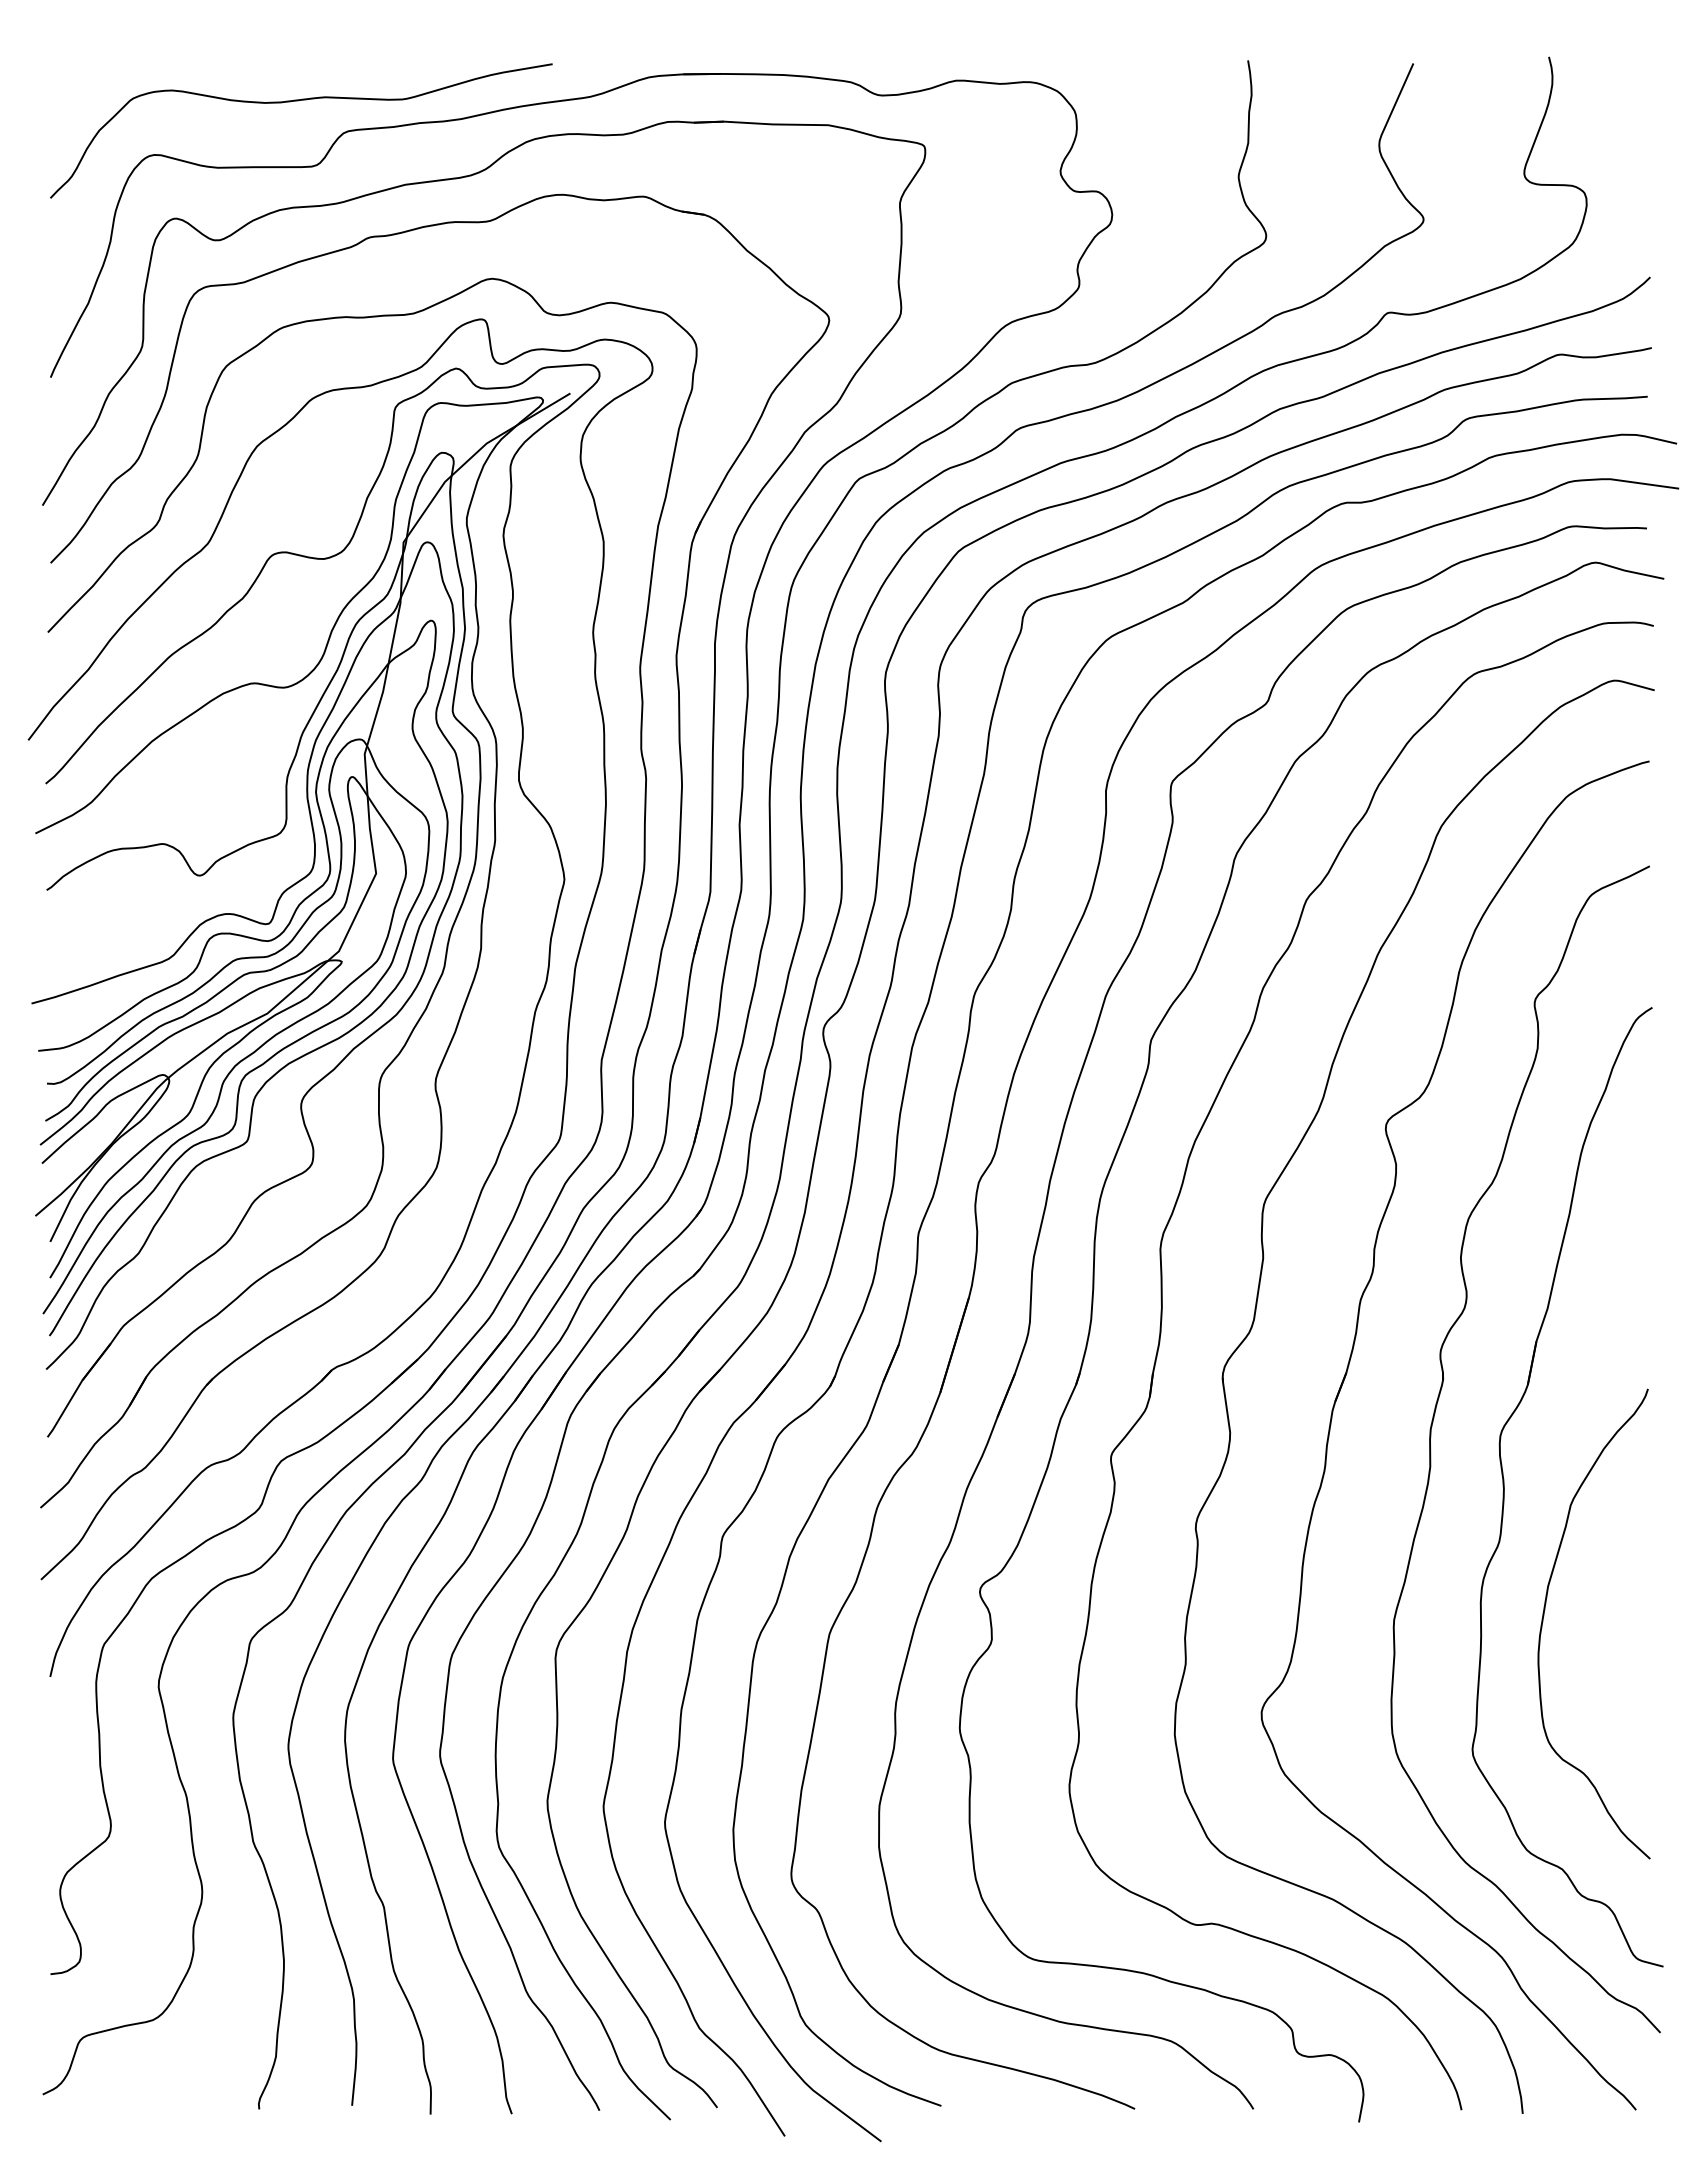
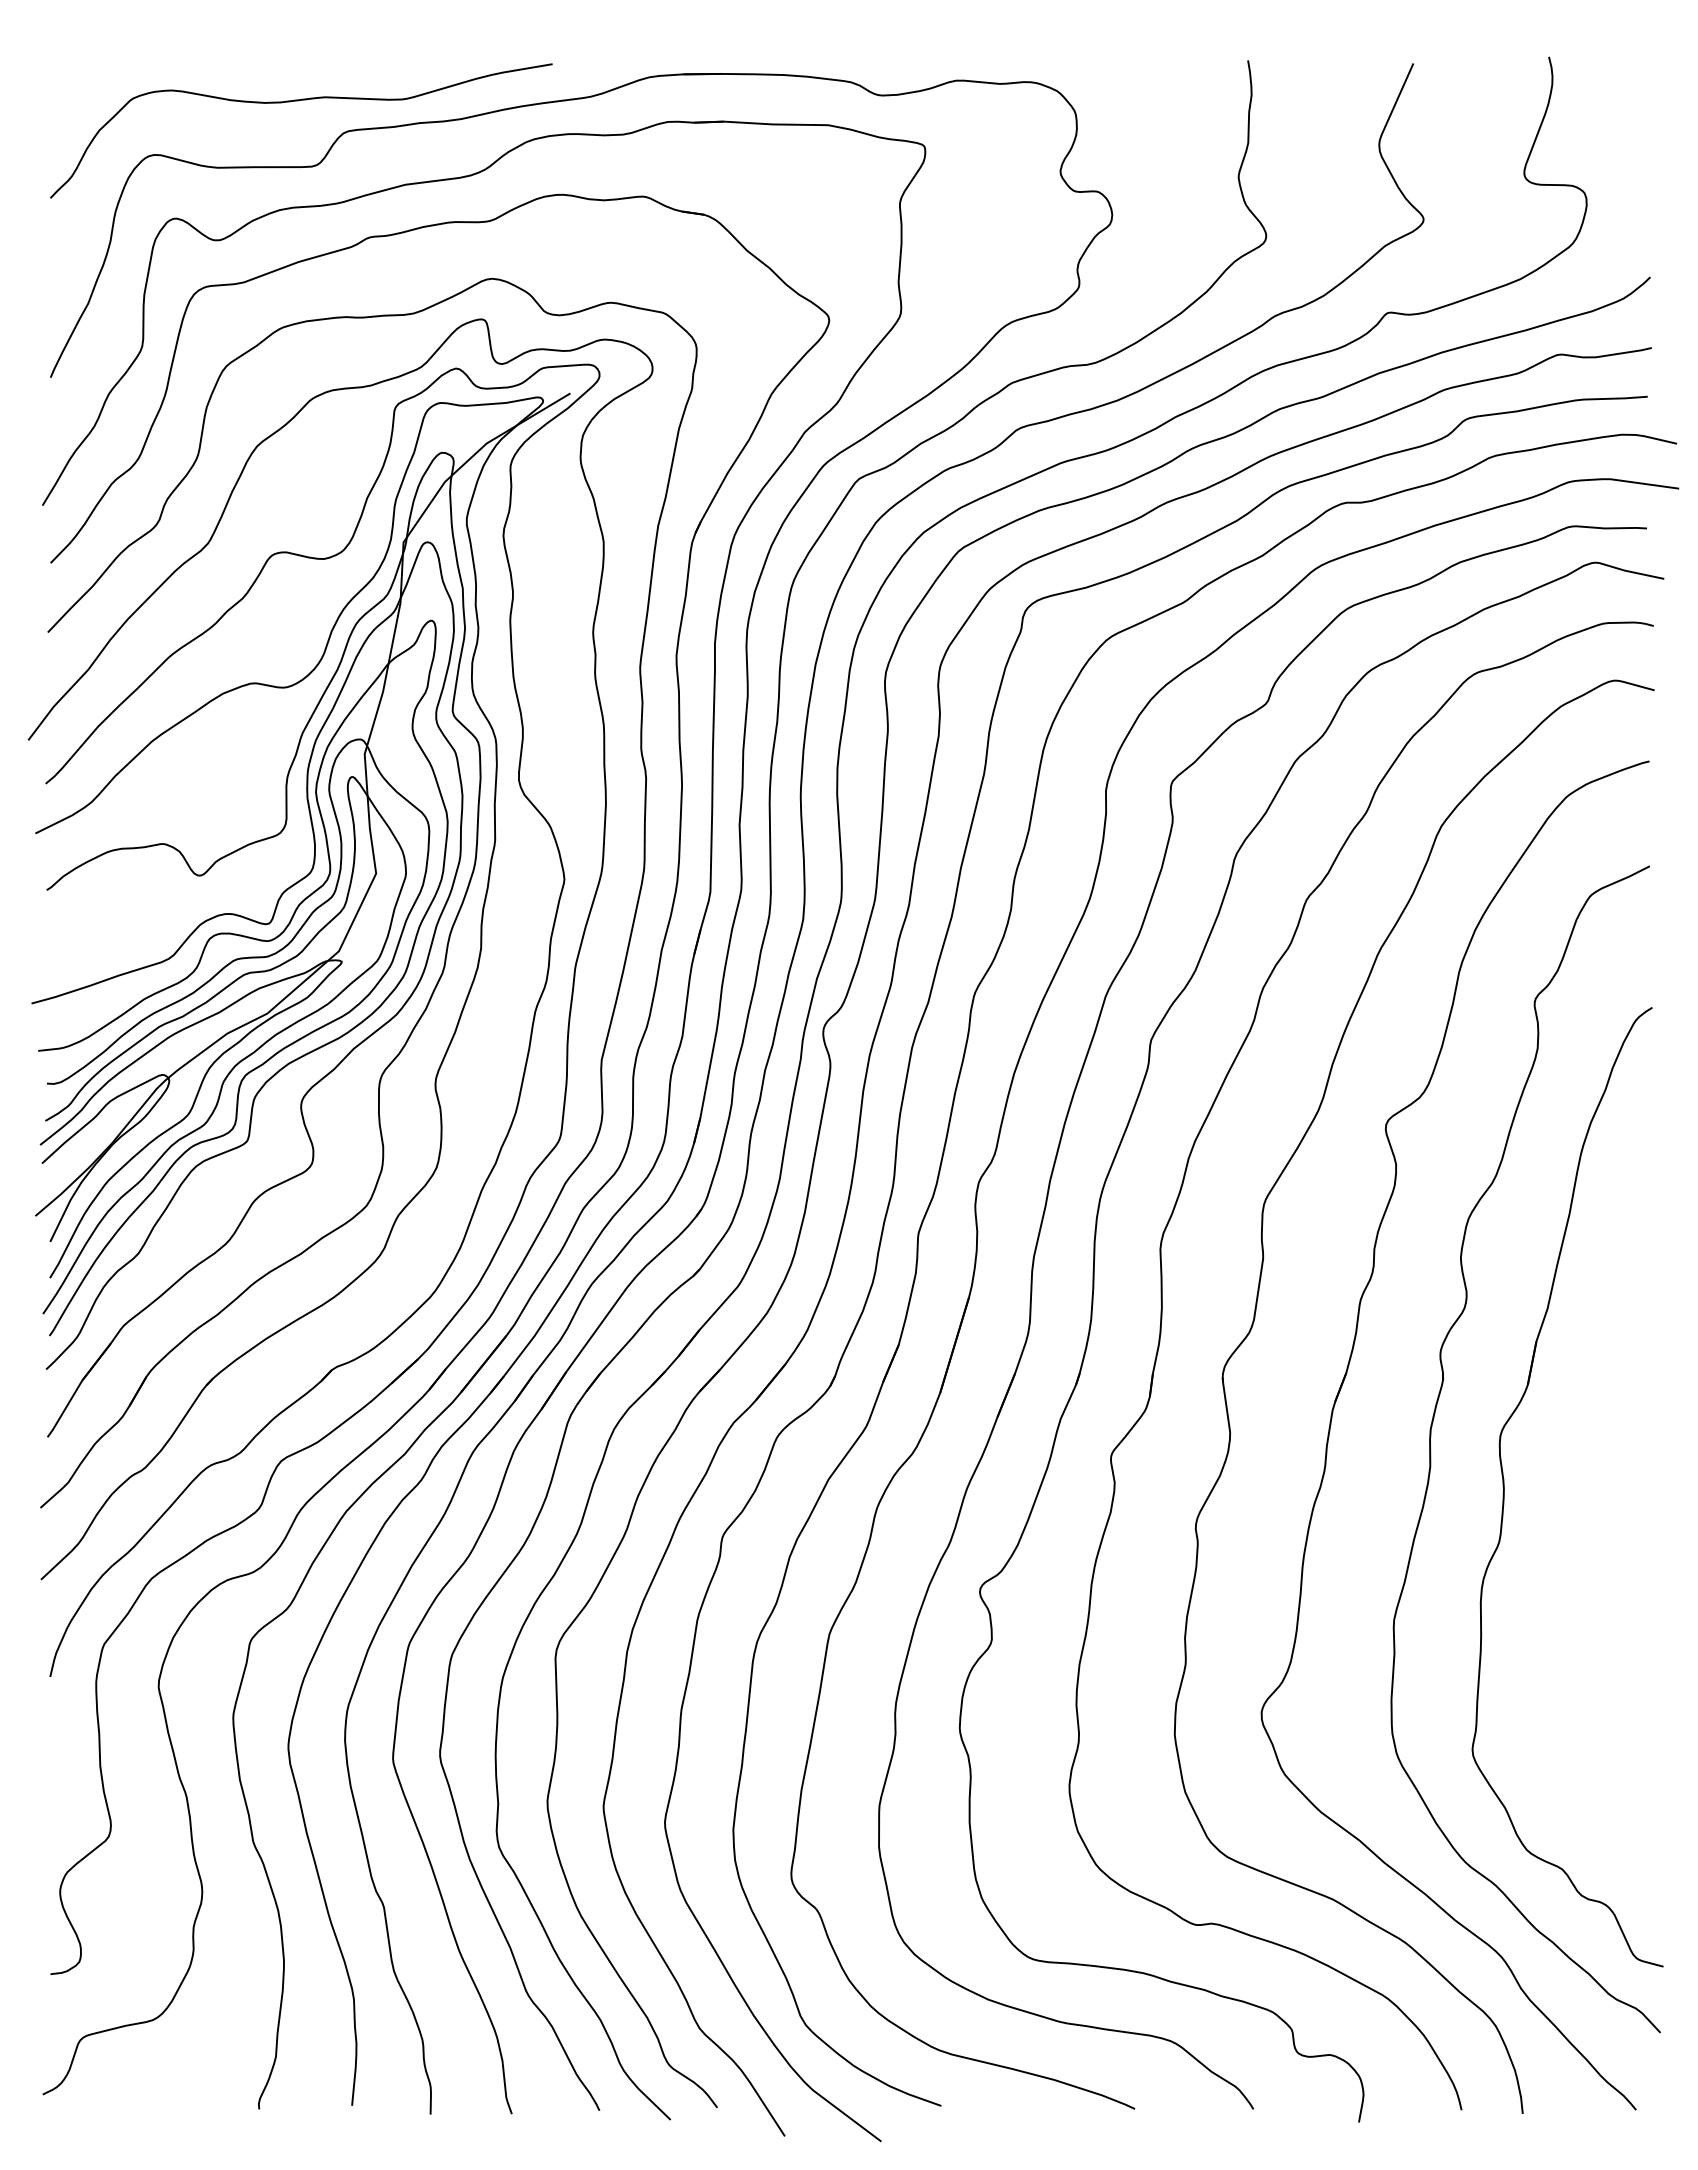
curve at (1544, 1616): present -> none
